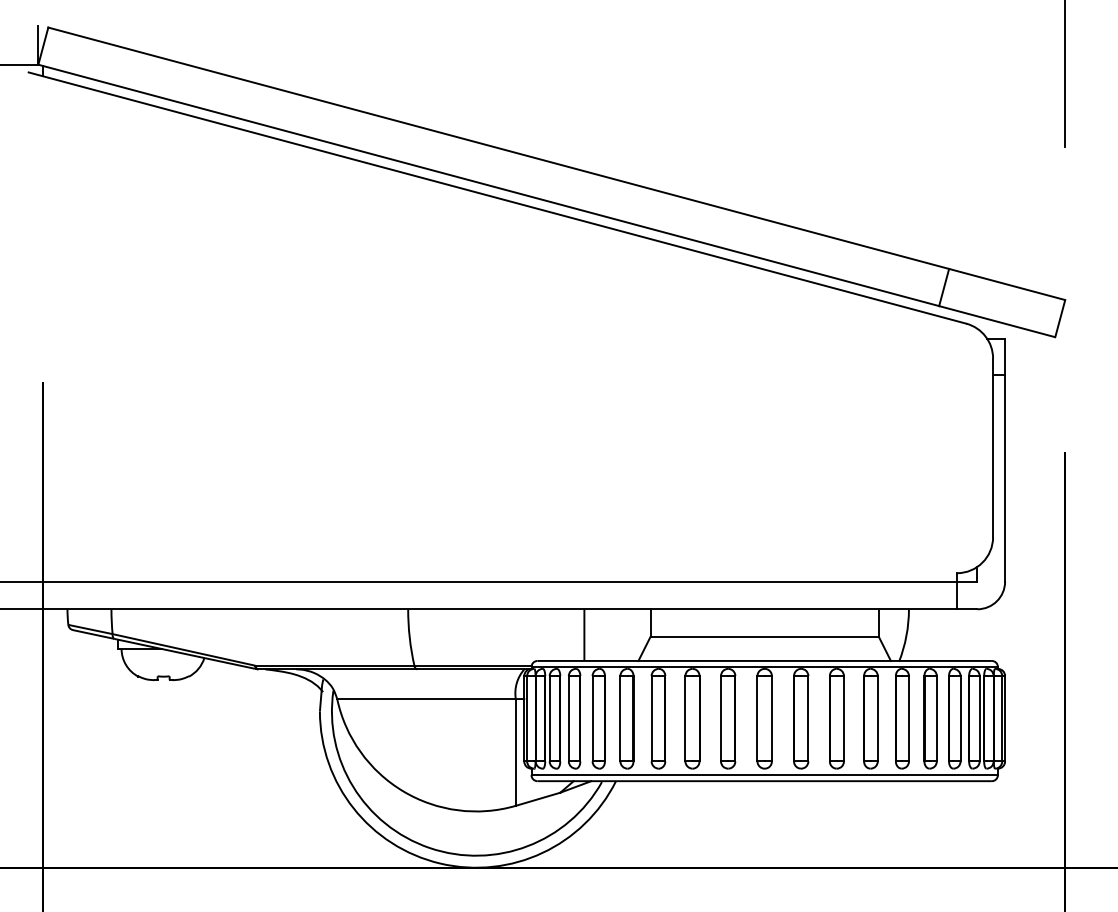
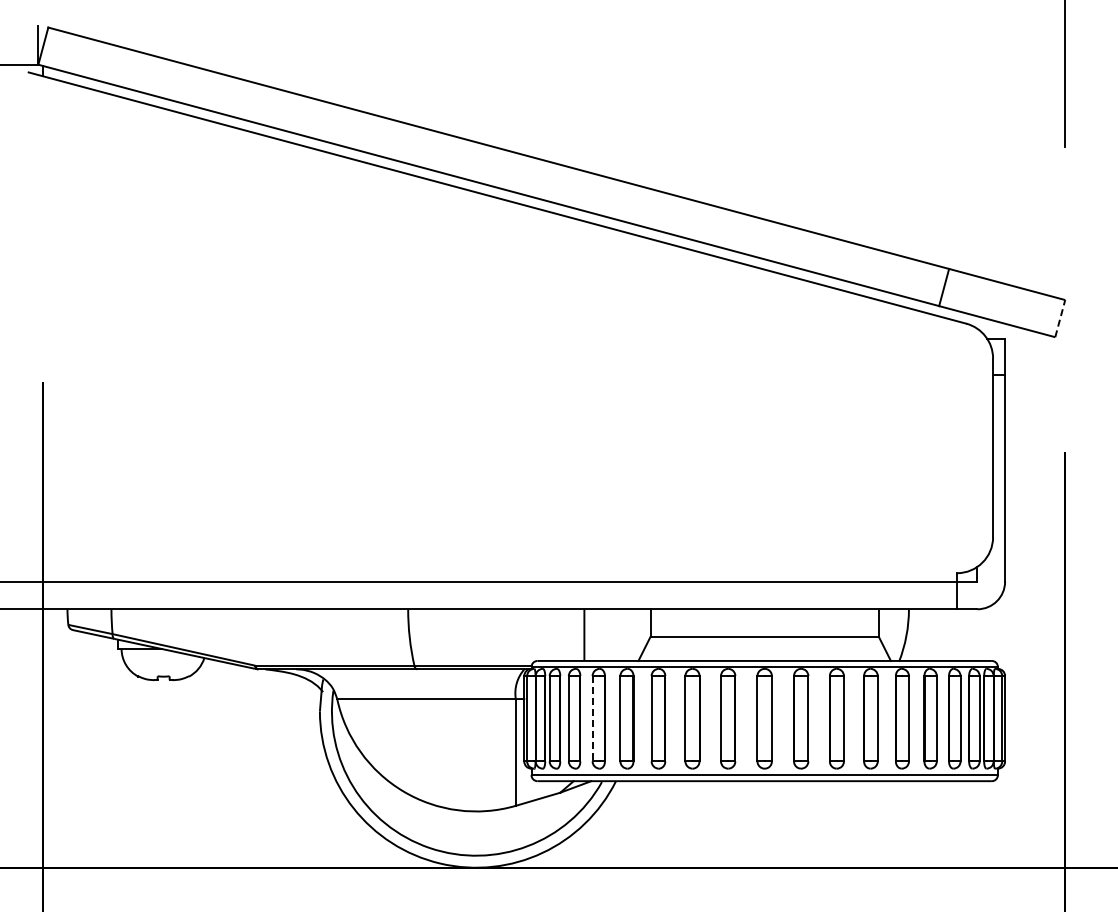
line at (1060, 318): solid -> dashed
line at (592, 718): solid -> dashed
